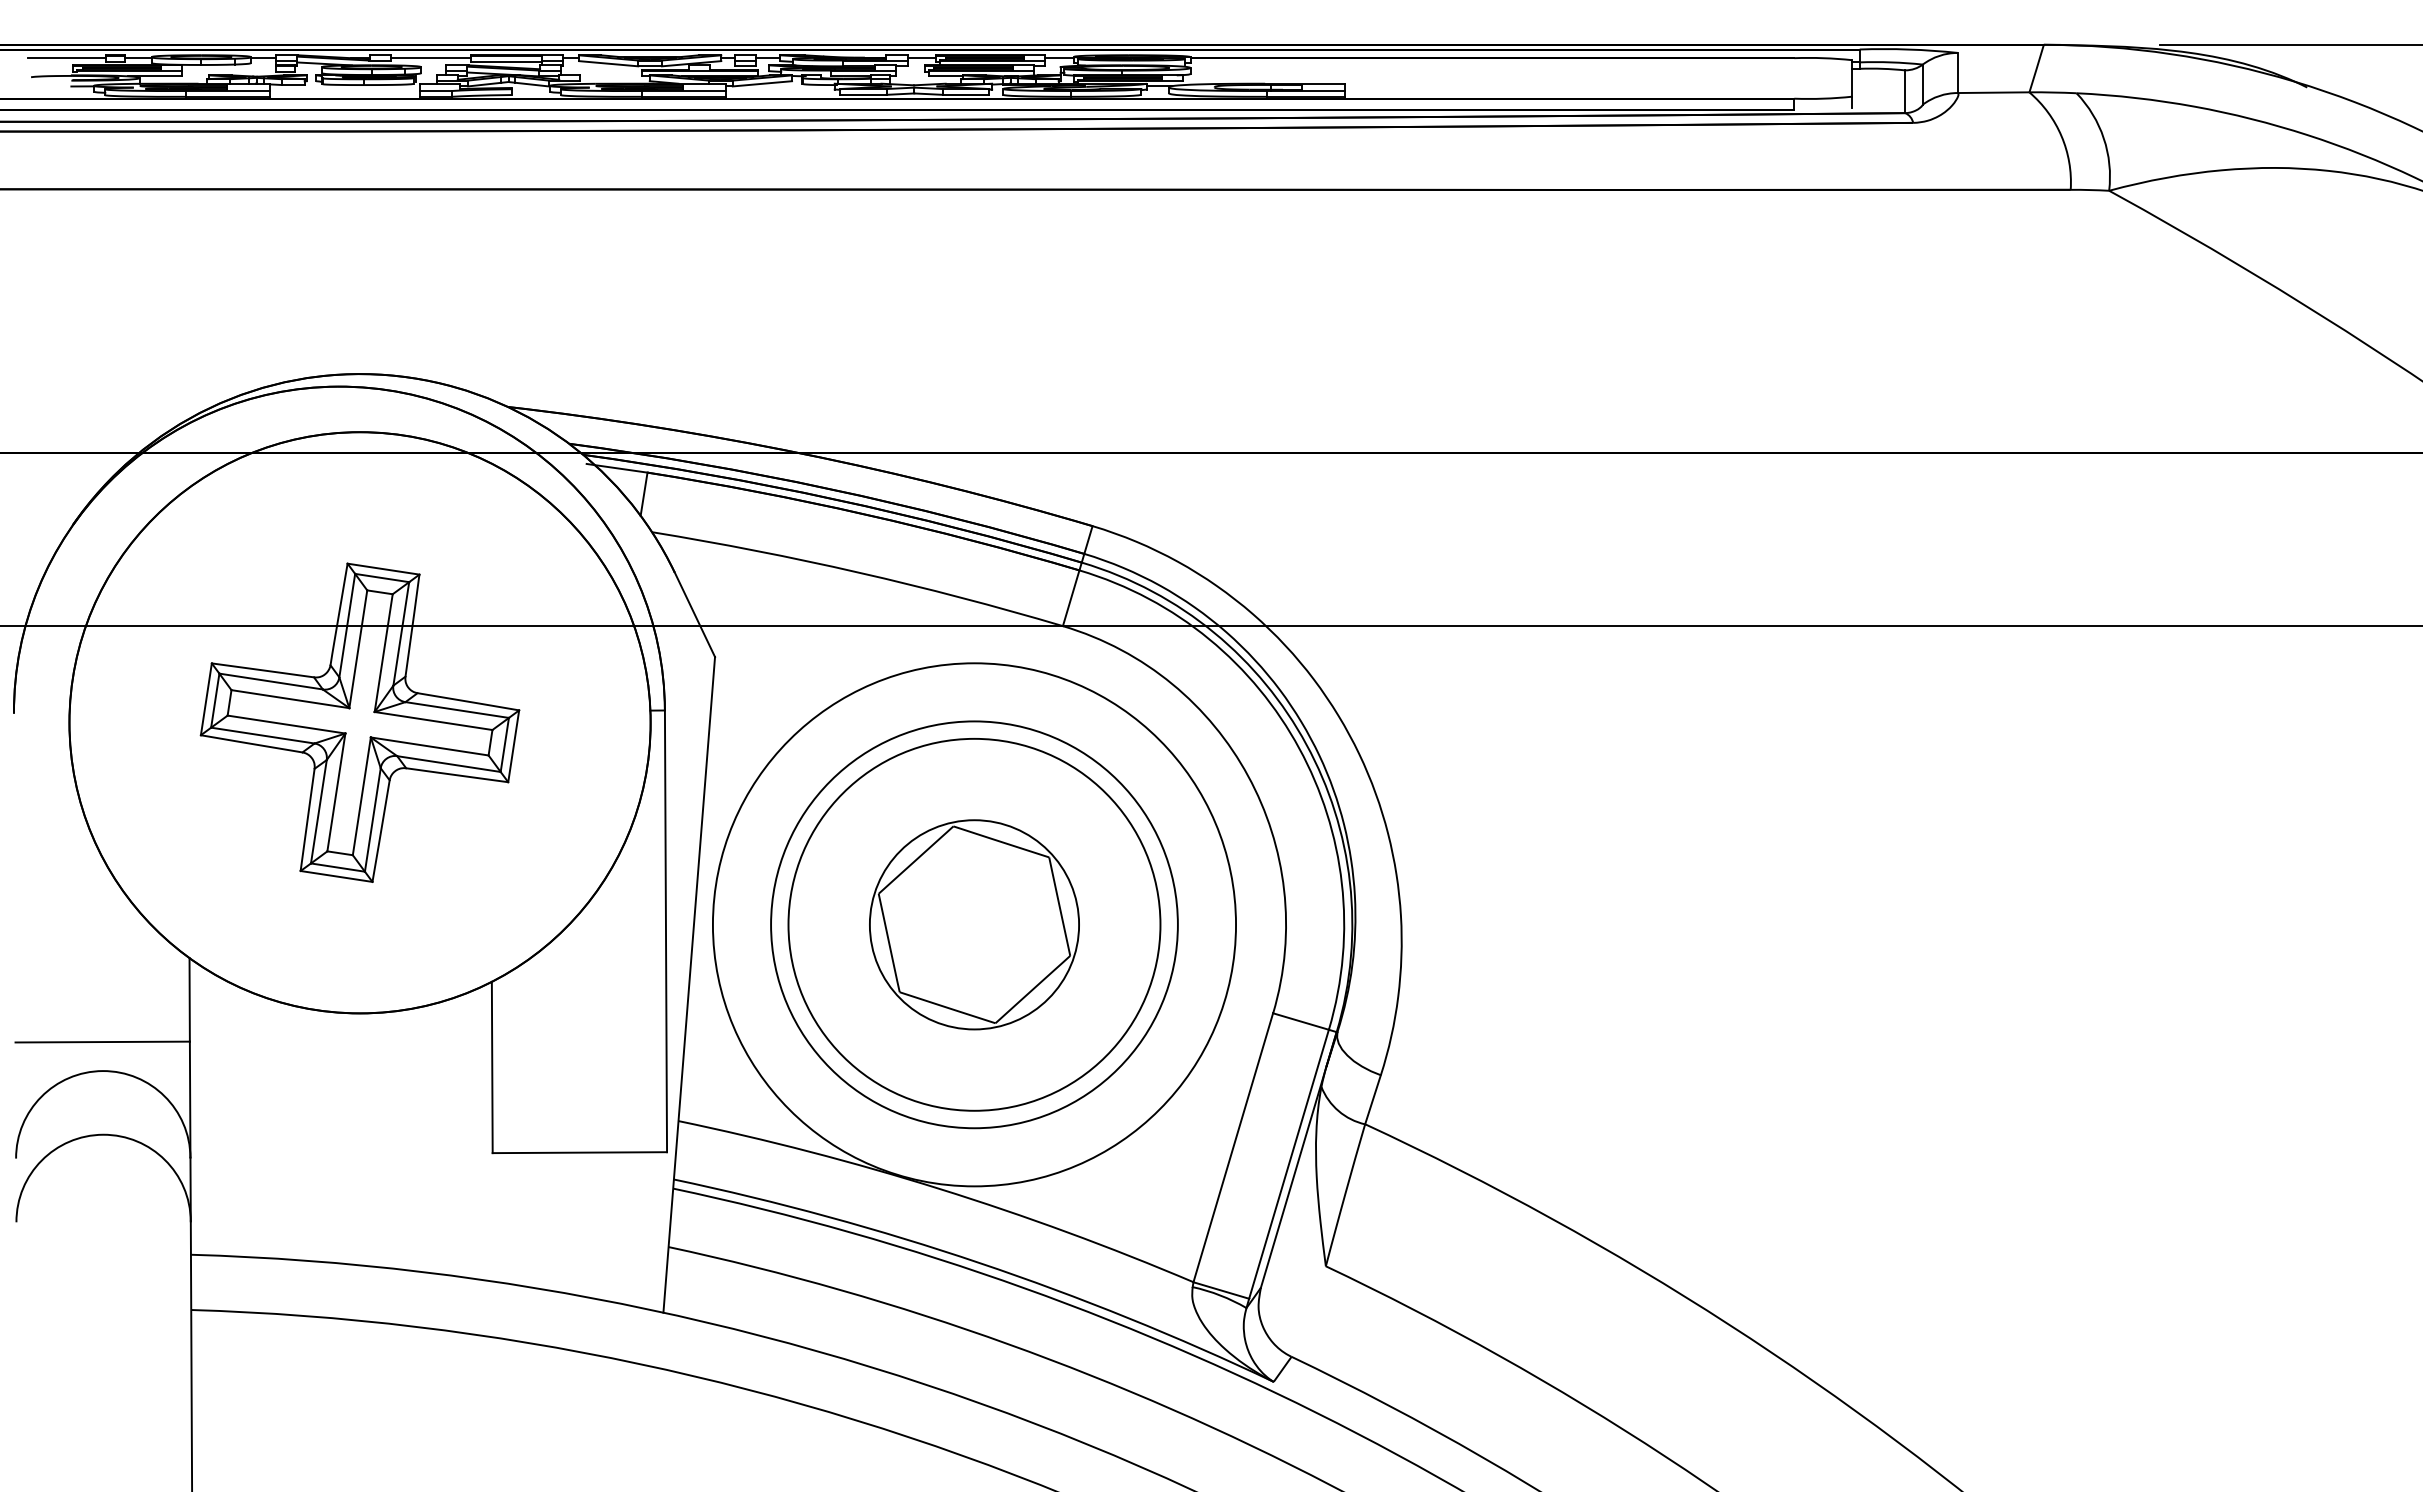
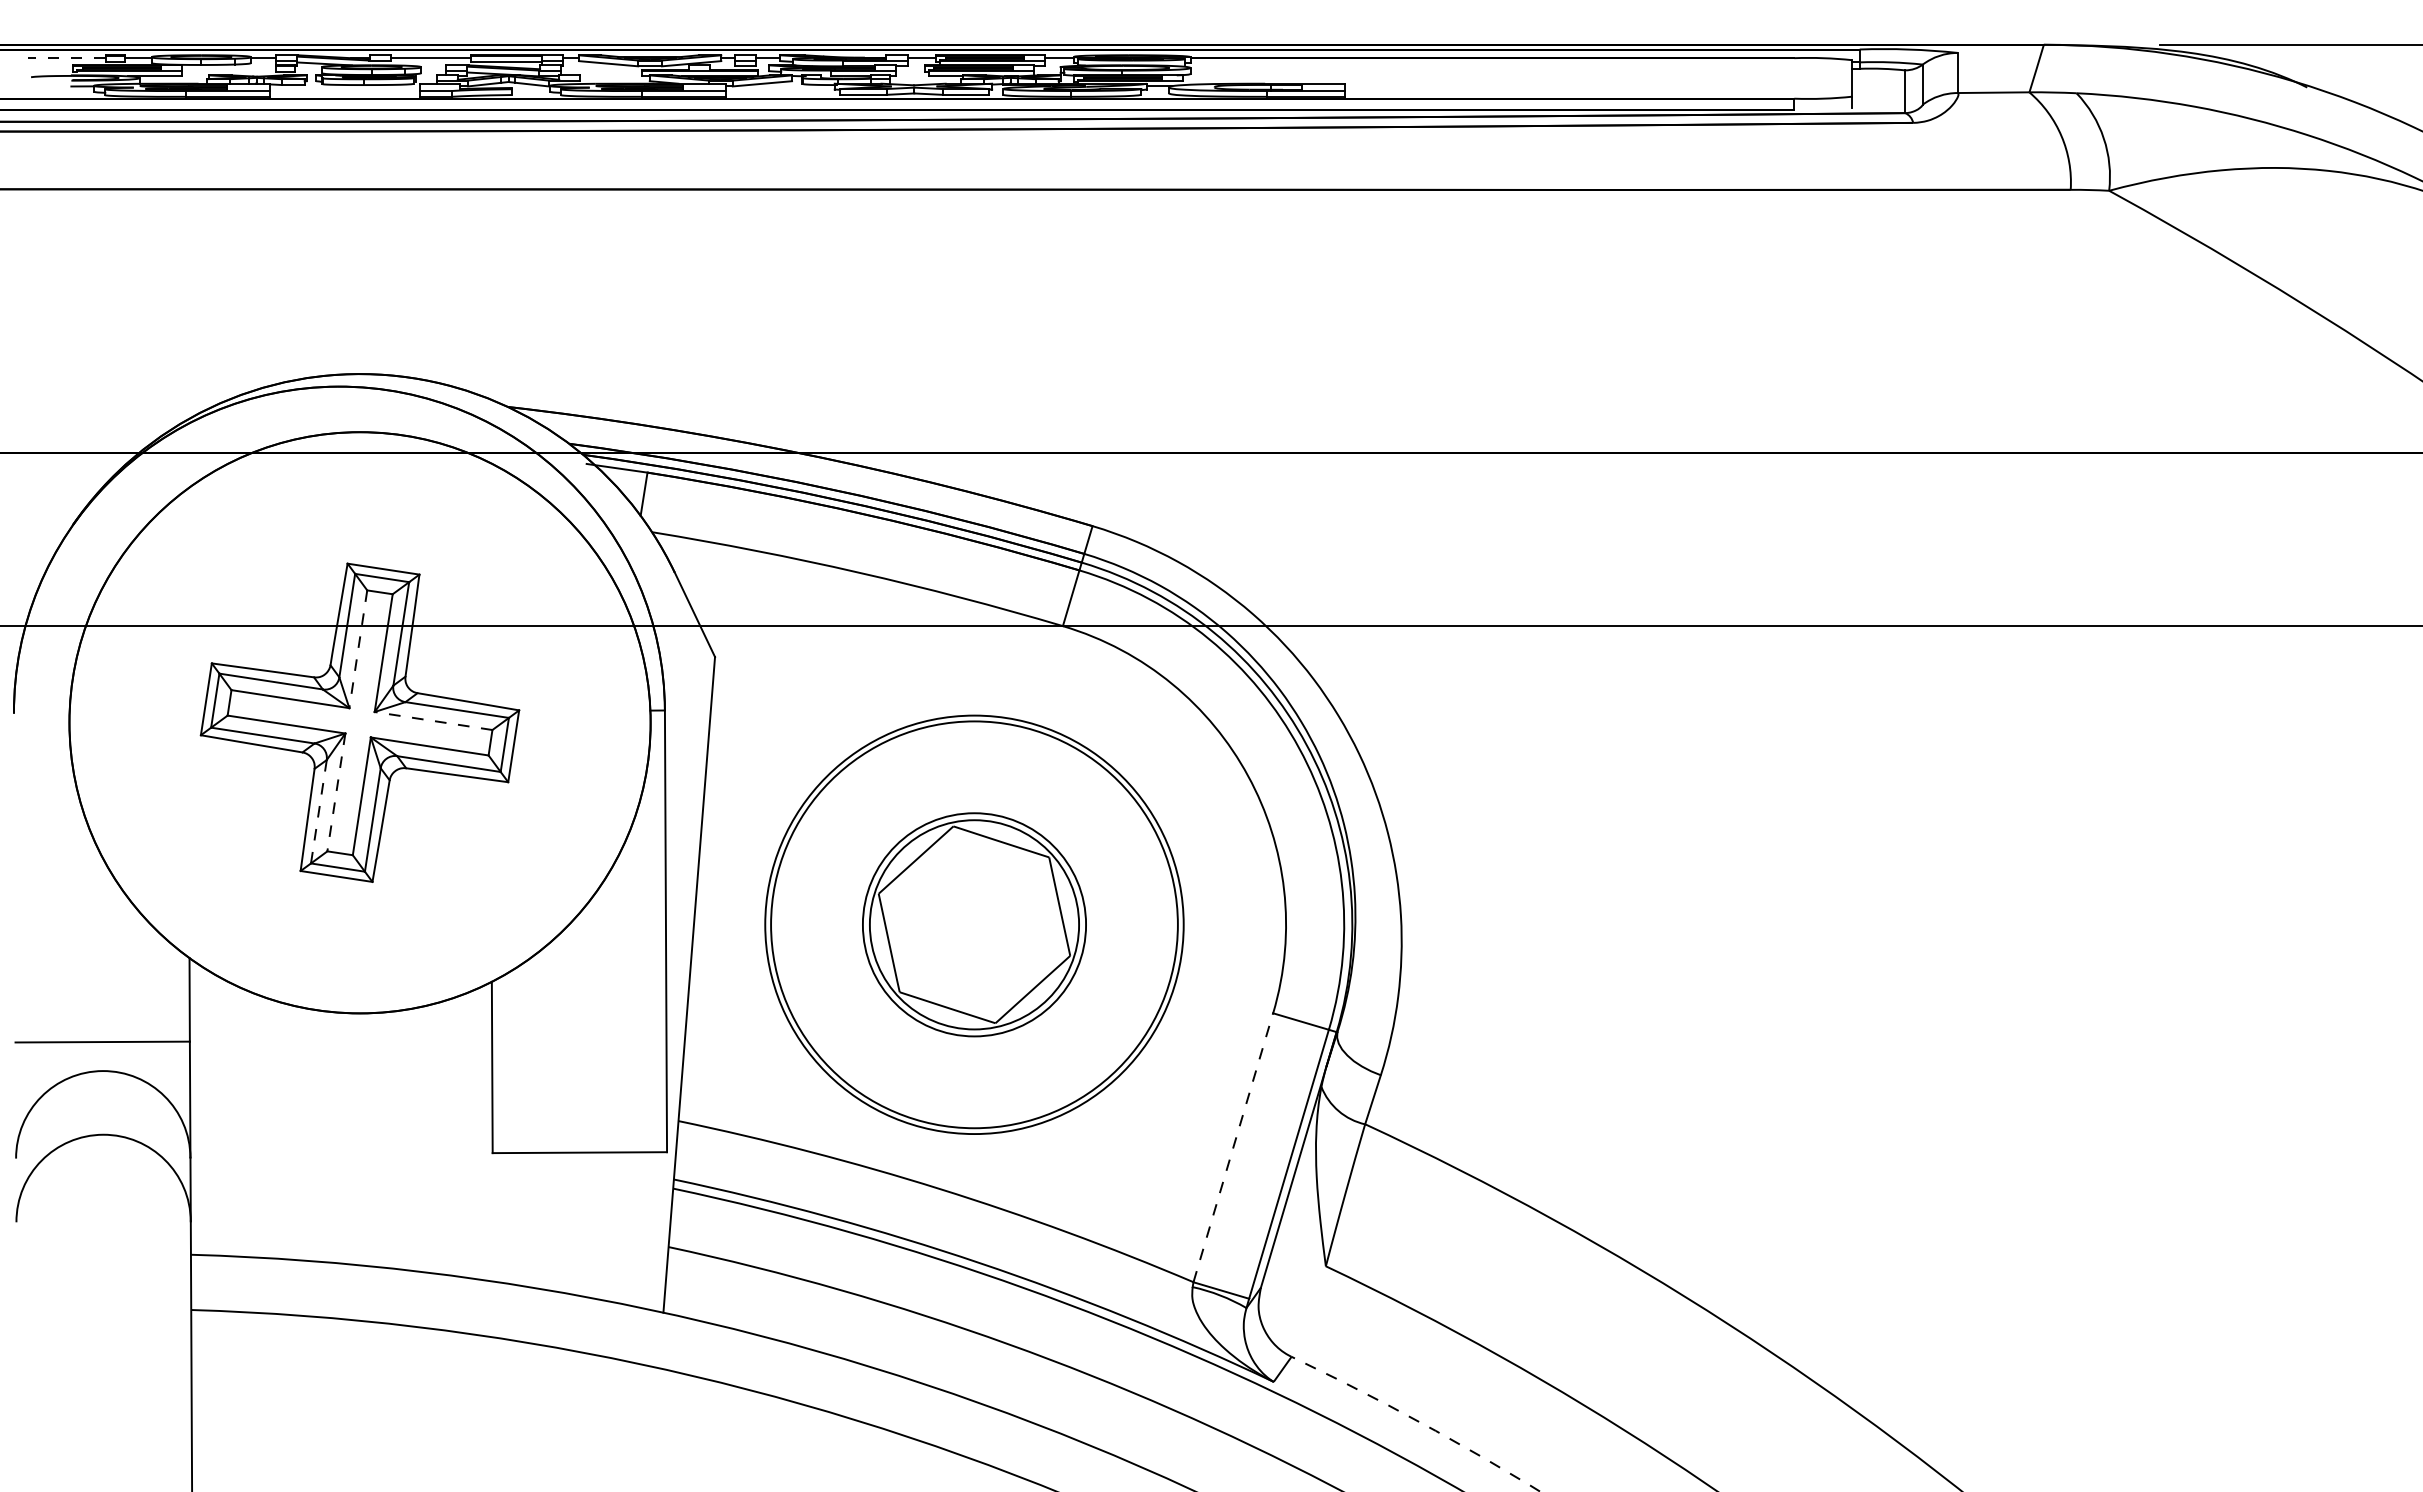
line at (66, 58): solid -> dashed
line at (358, 649): solid -> dashed
line at (433, 721): solid -> dashed
line at (336, 792): solid -> dashed
line at (318, 811): solid -> dashed
circle at (974, 924) diameter: 372 px -> 223 px
circle at (974, 924) diameter: 523 px -> 418 px
line at (1233, 1147): solid -> dashed
arc at (1416, 1420): solid -> dashed
